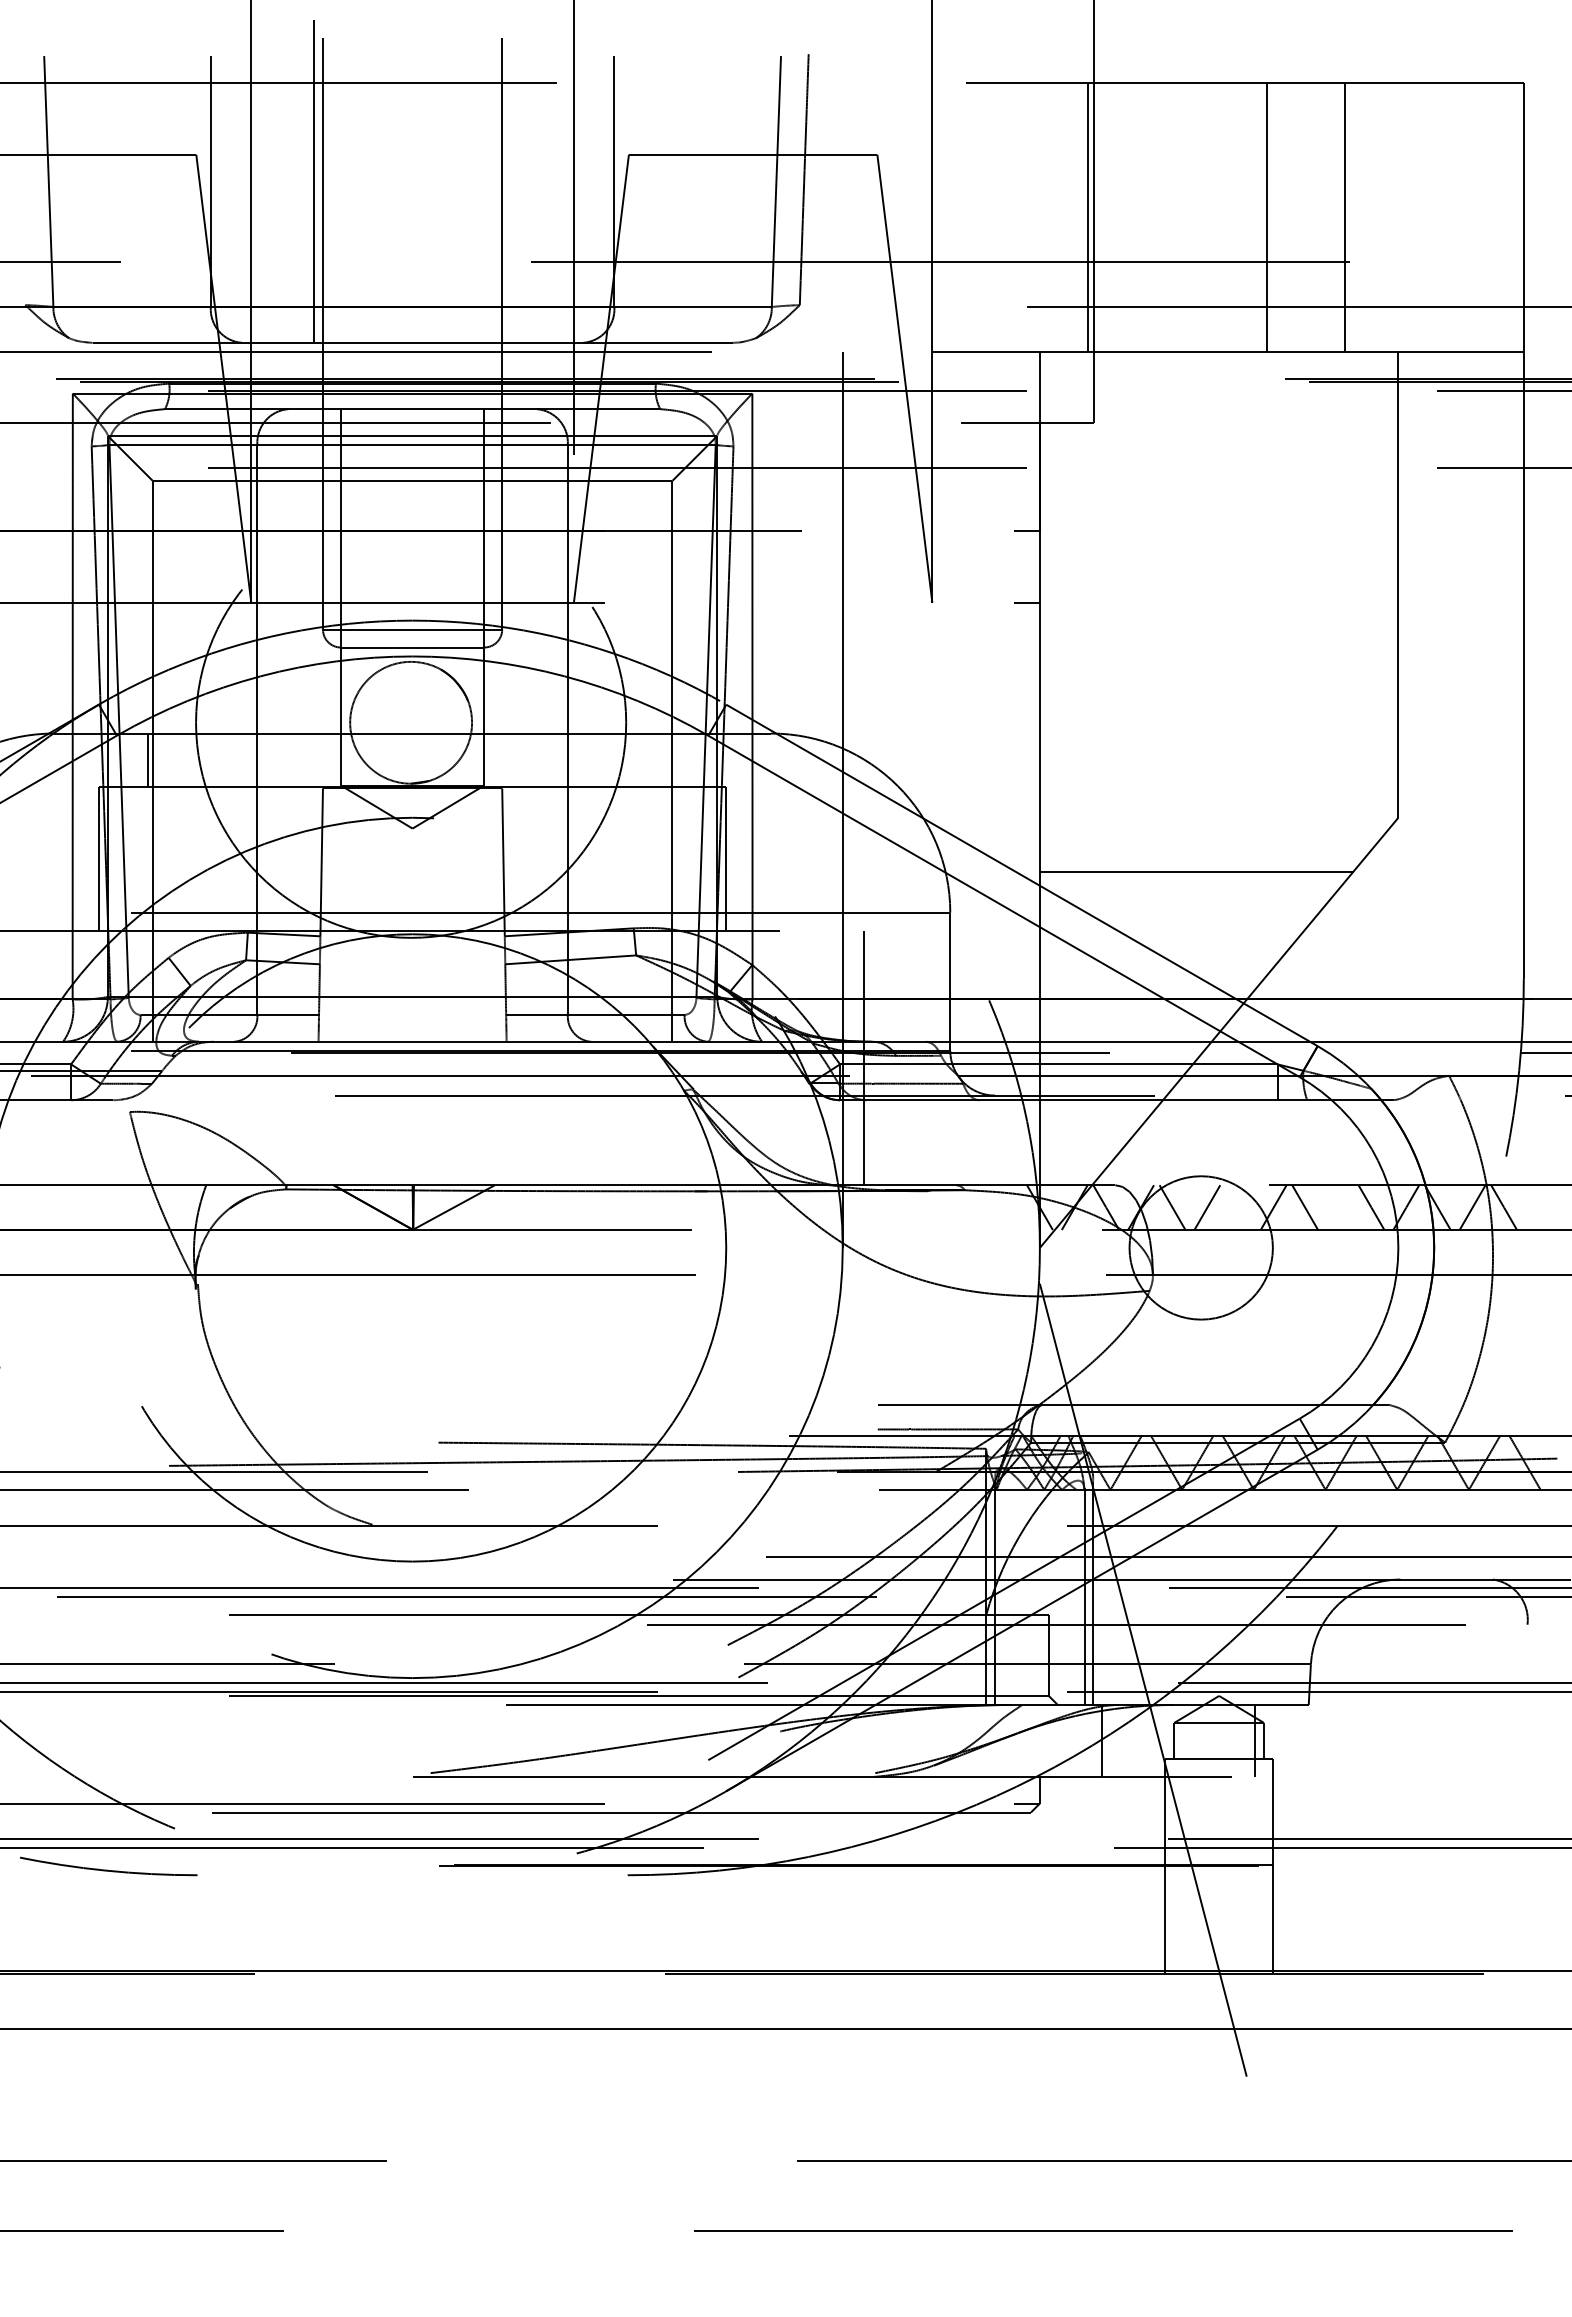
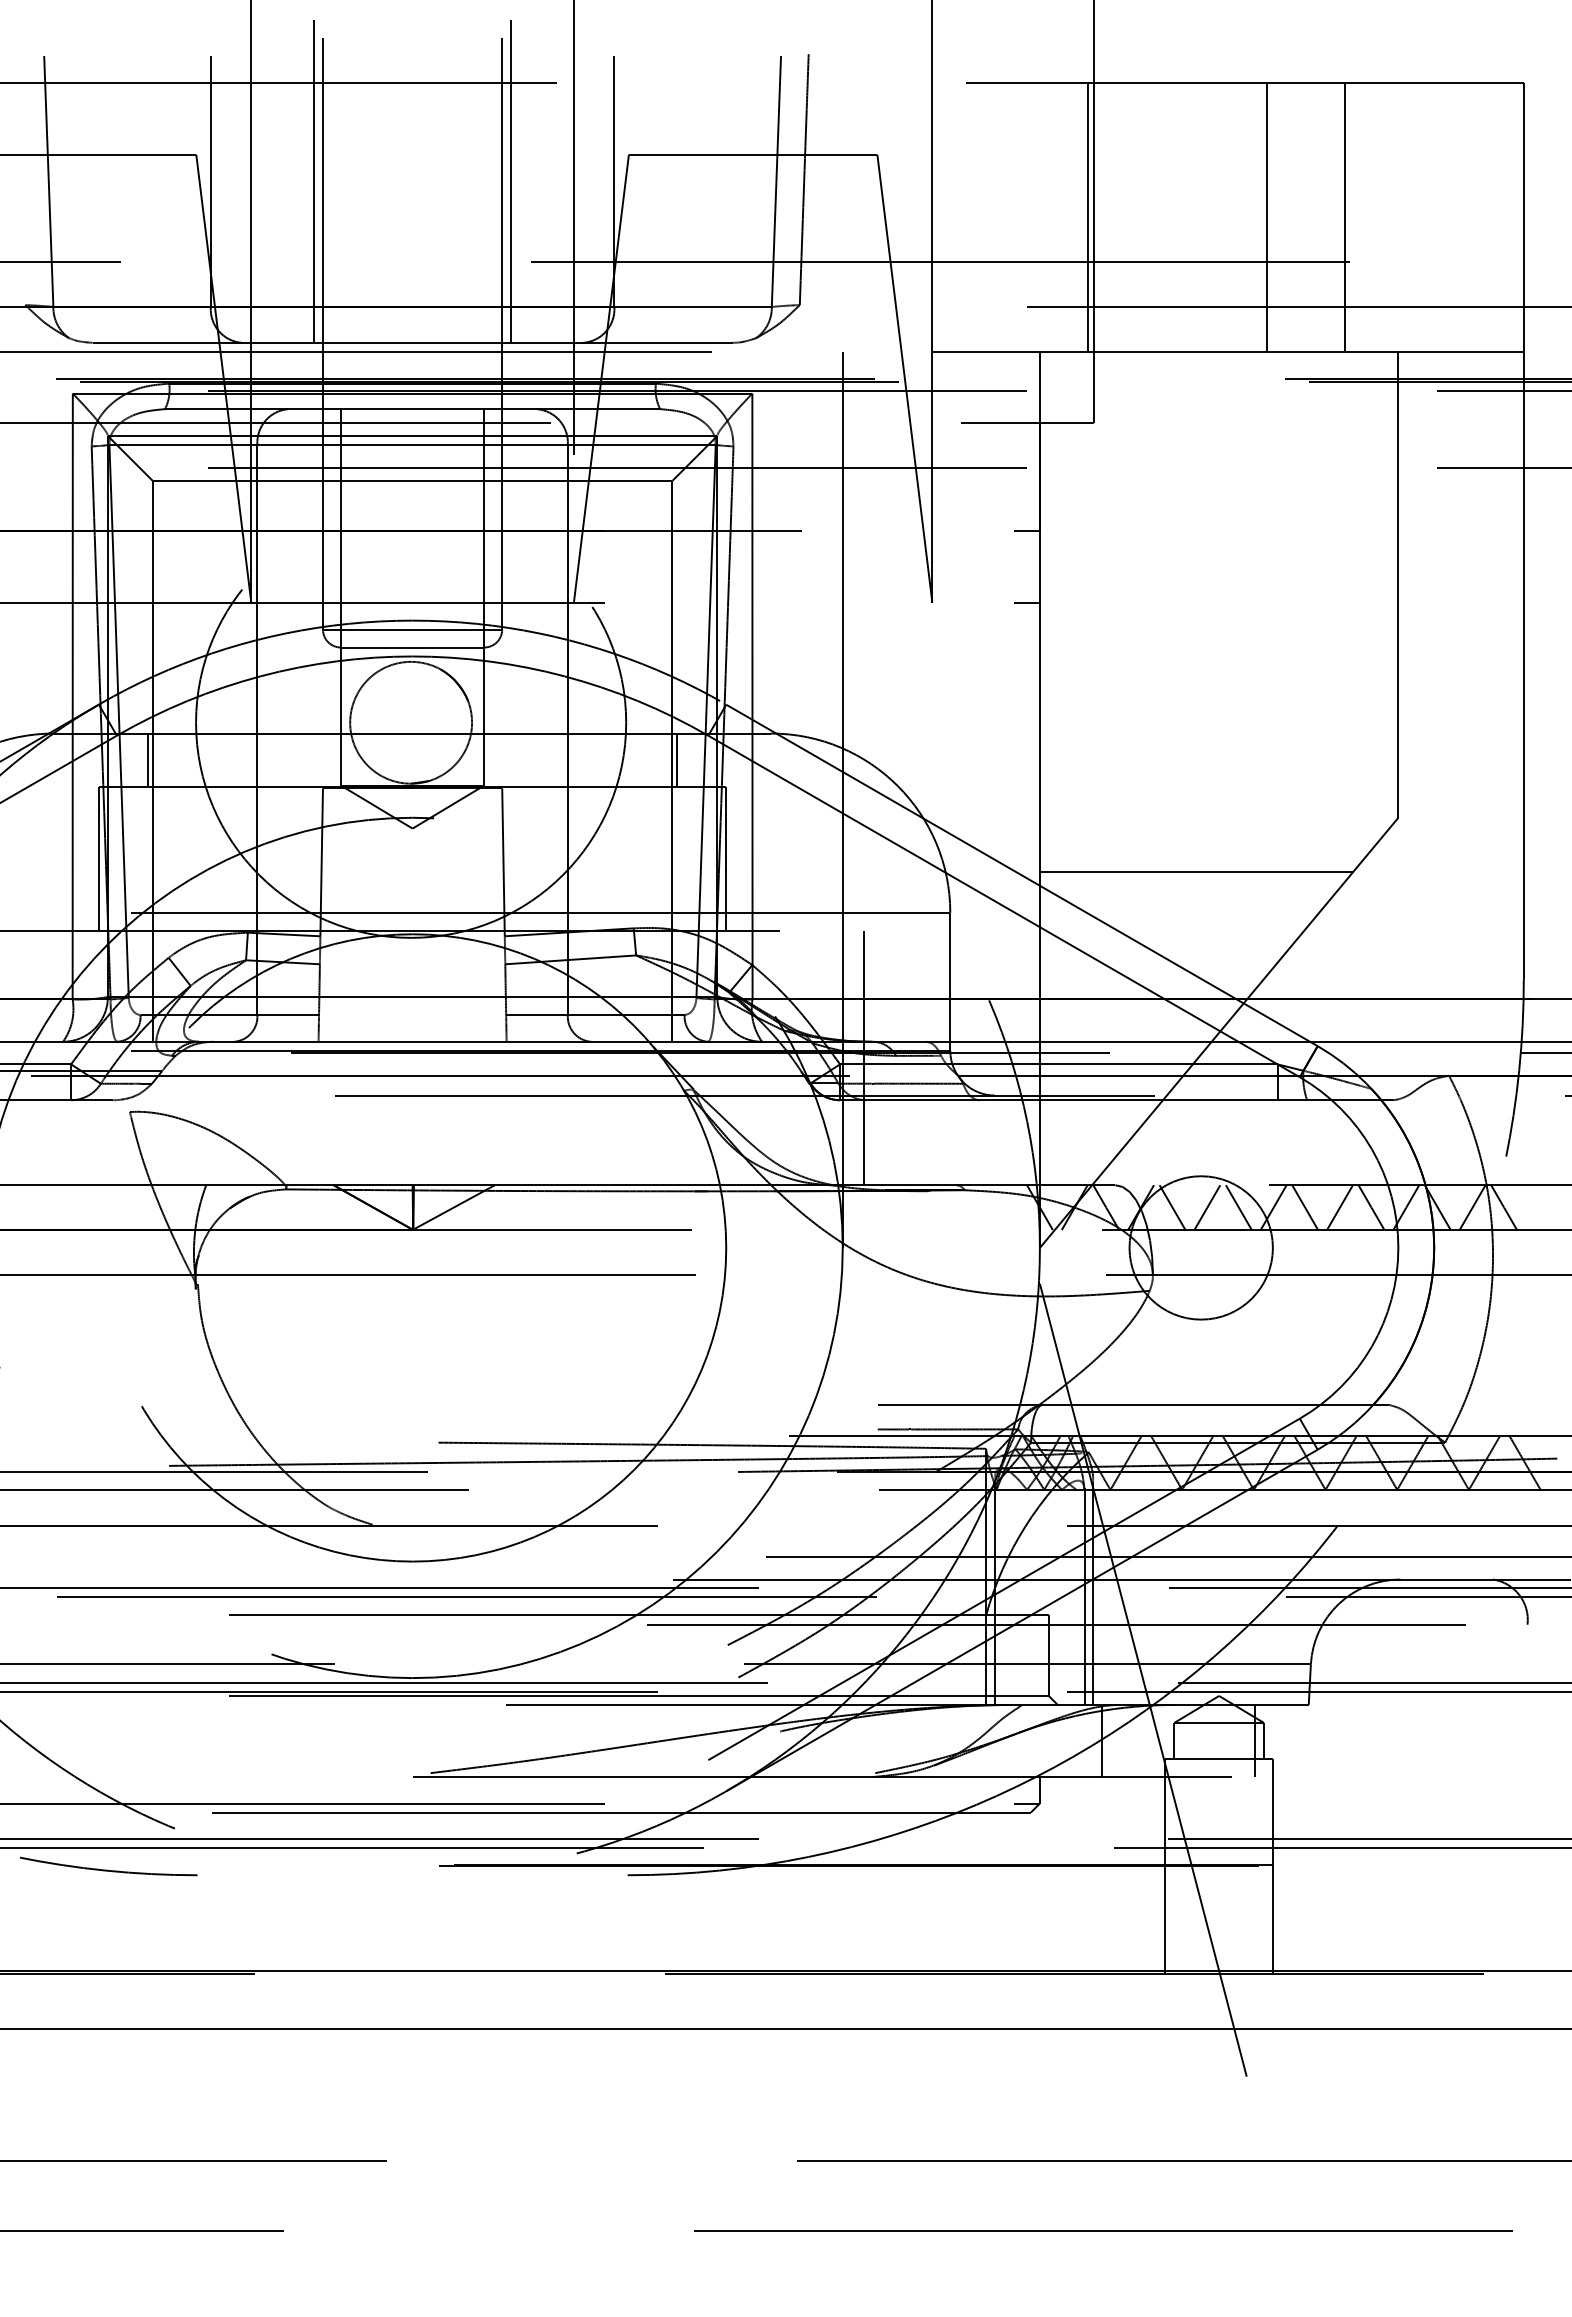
line at (511, 181): none -> present
line at (676, 760): none -> present
line at (1238, 1207): none -> present
line at (1339, 1207): none -> present
